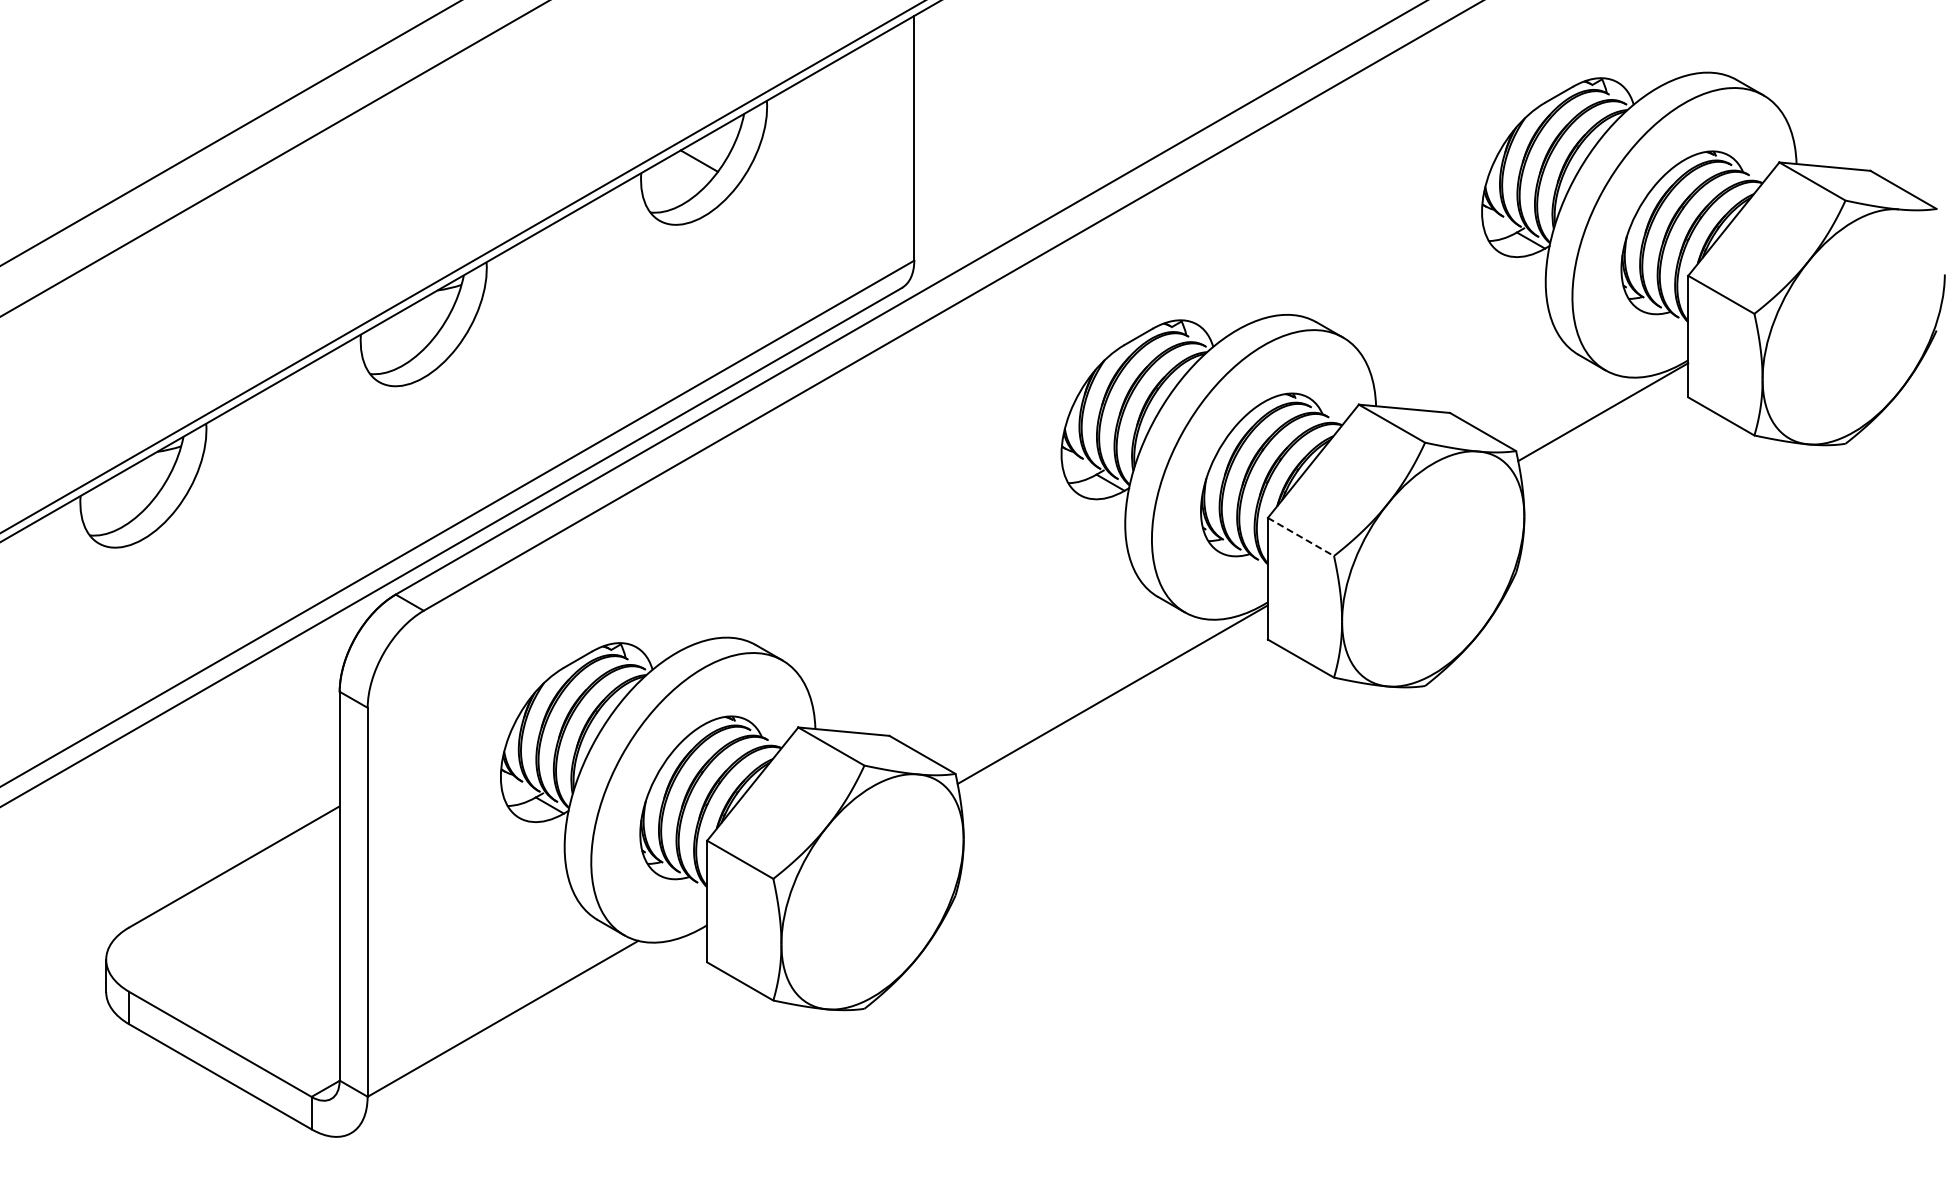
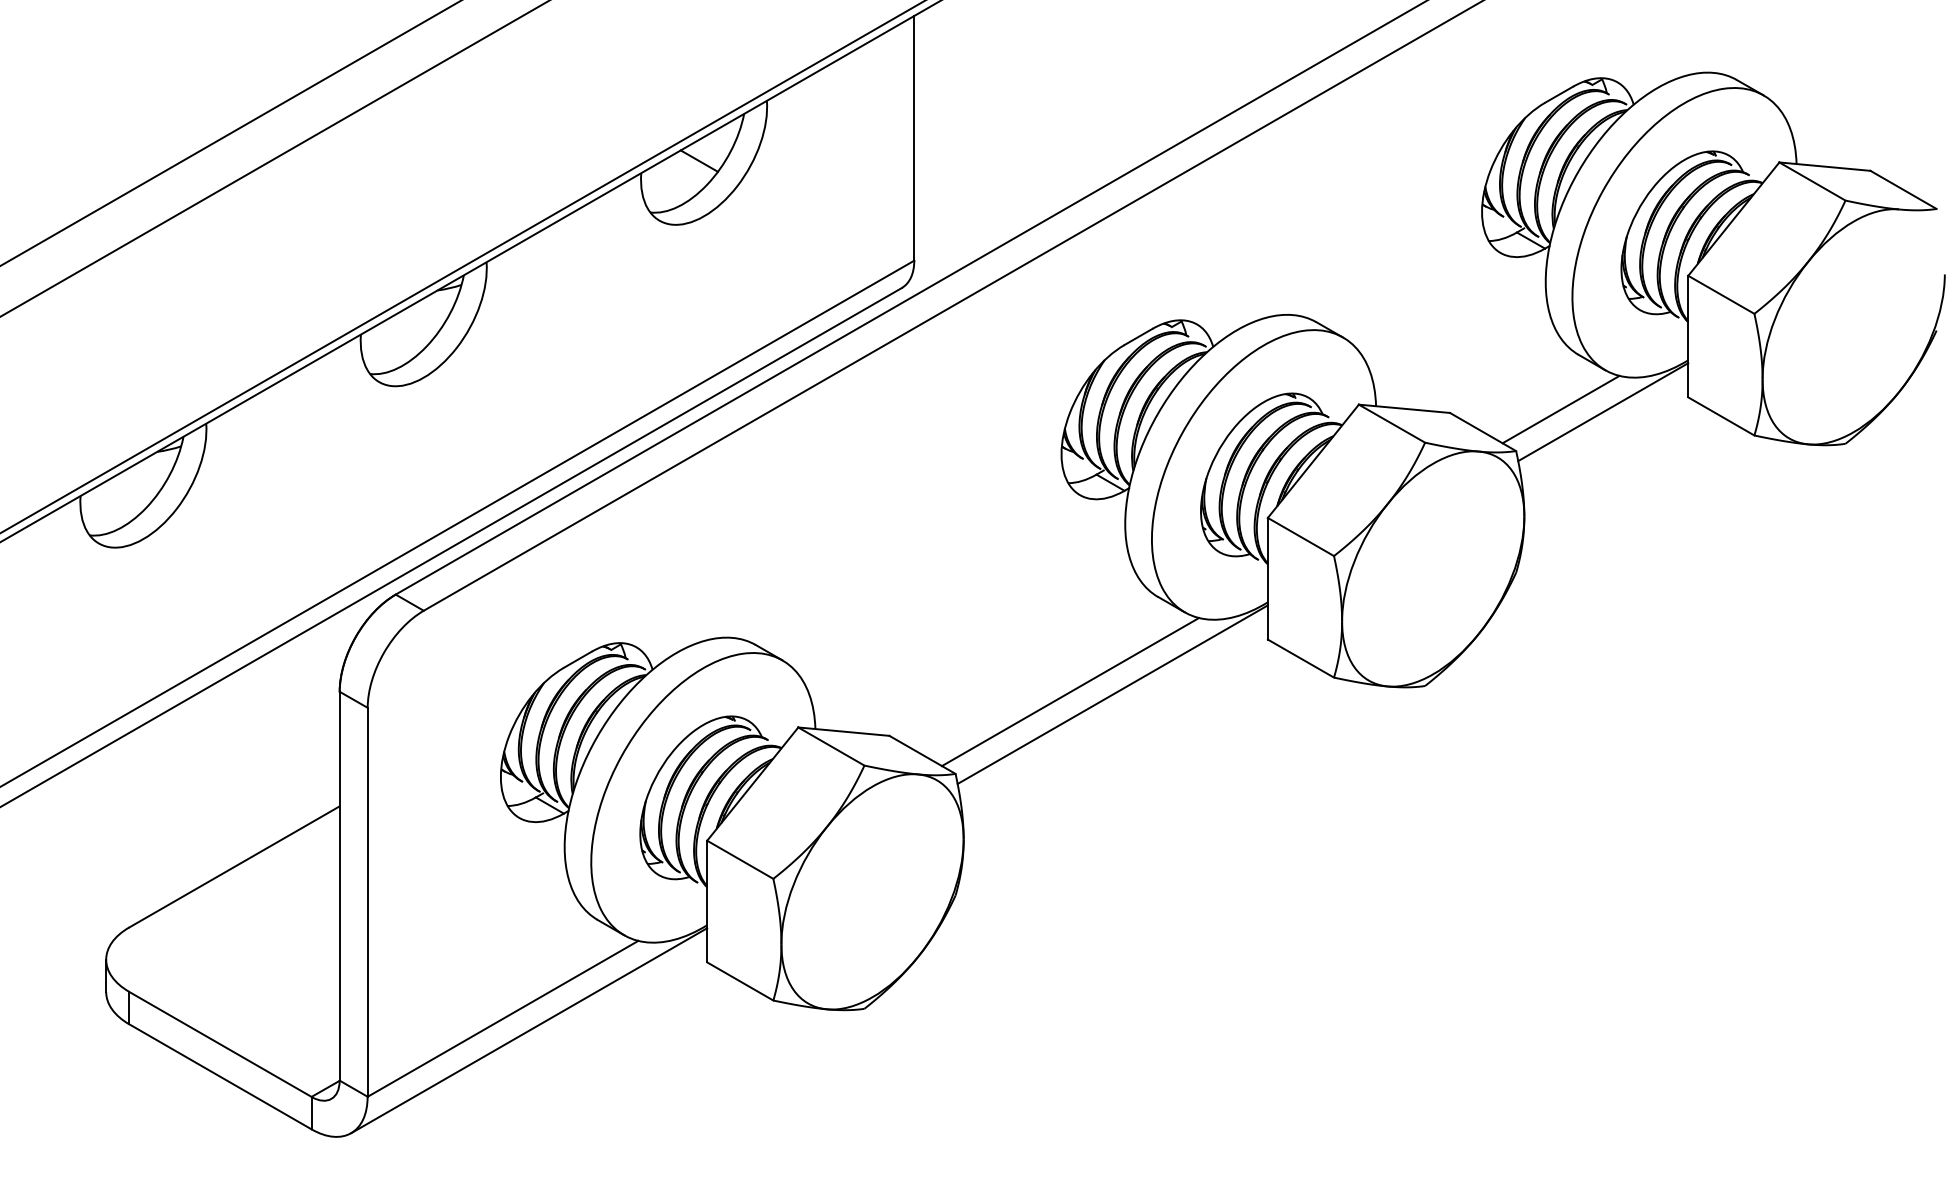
line at (1560, 409): none -> present
line at (1301, 537): dashed -> solid
line at (1070, 692): none -> present
line at (529, 1030): none -> present
